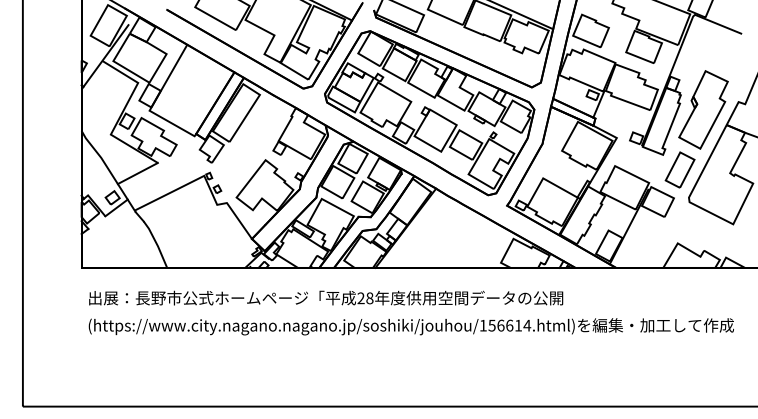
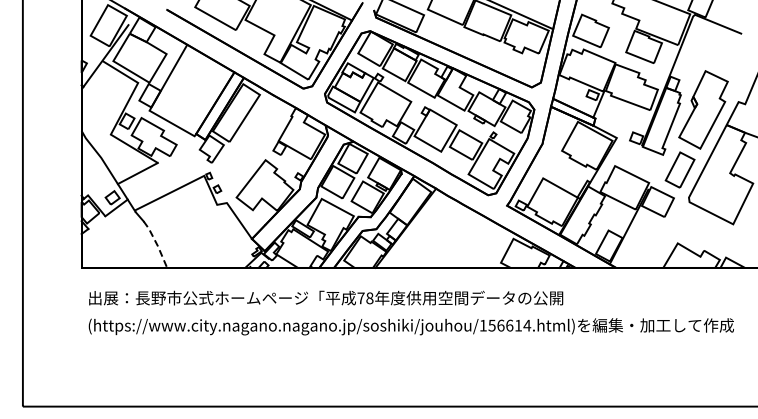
line at (156, 243): solid -> dashed
text at (360, 298): 28 -> 78
